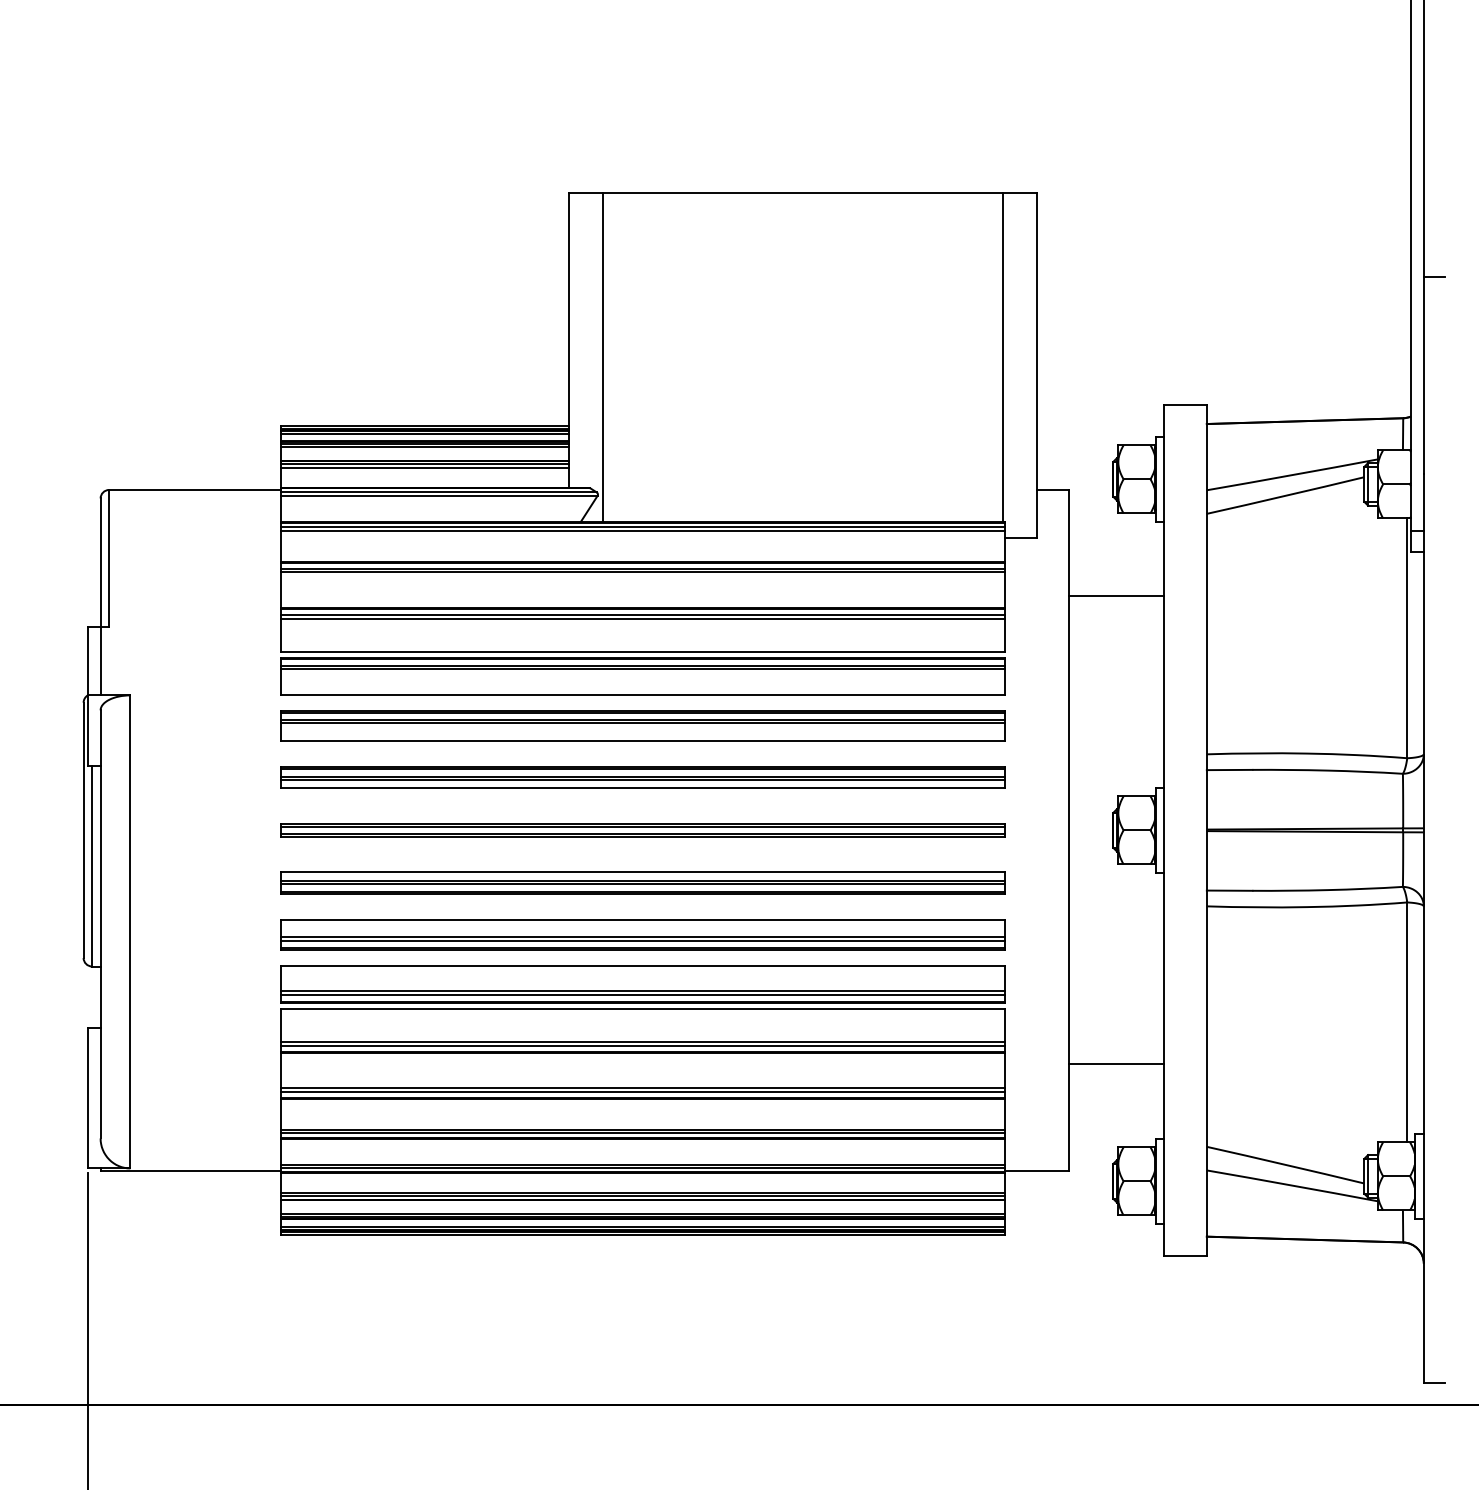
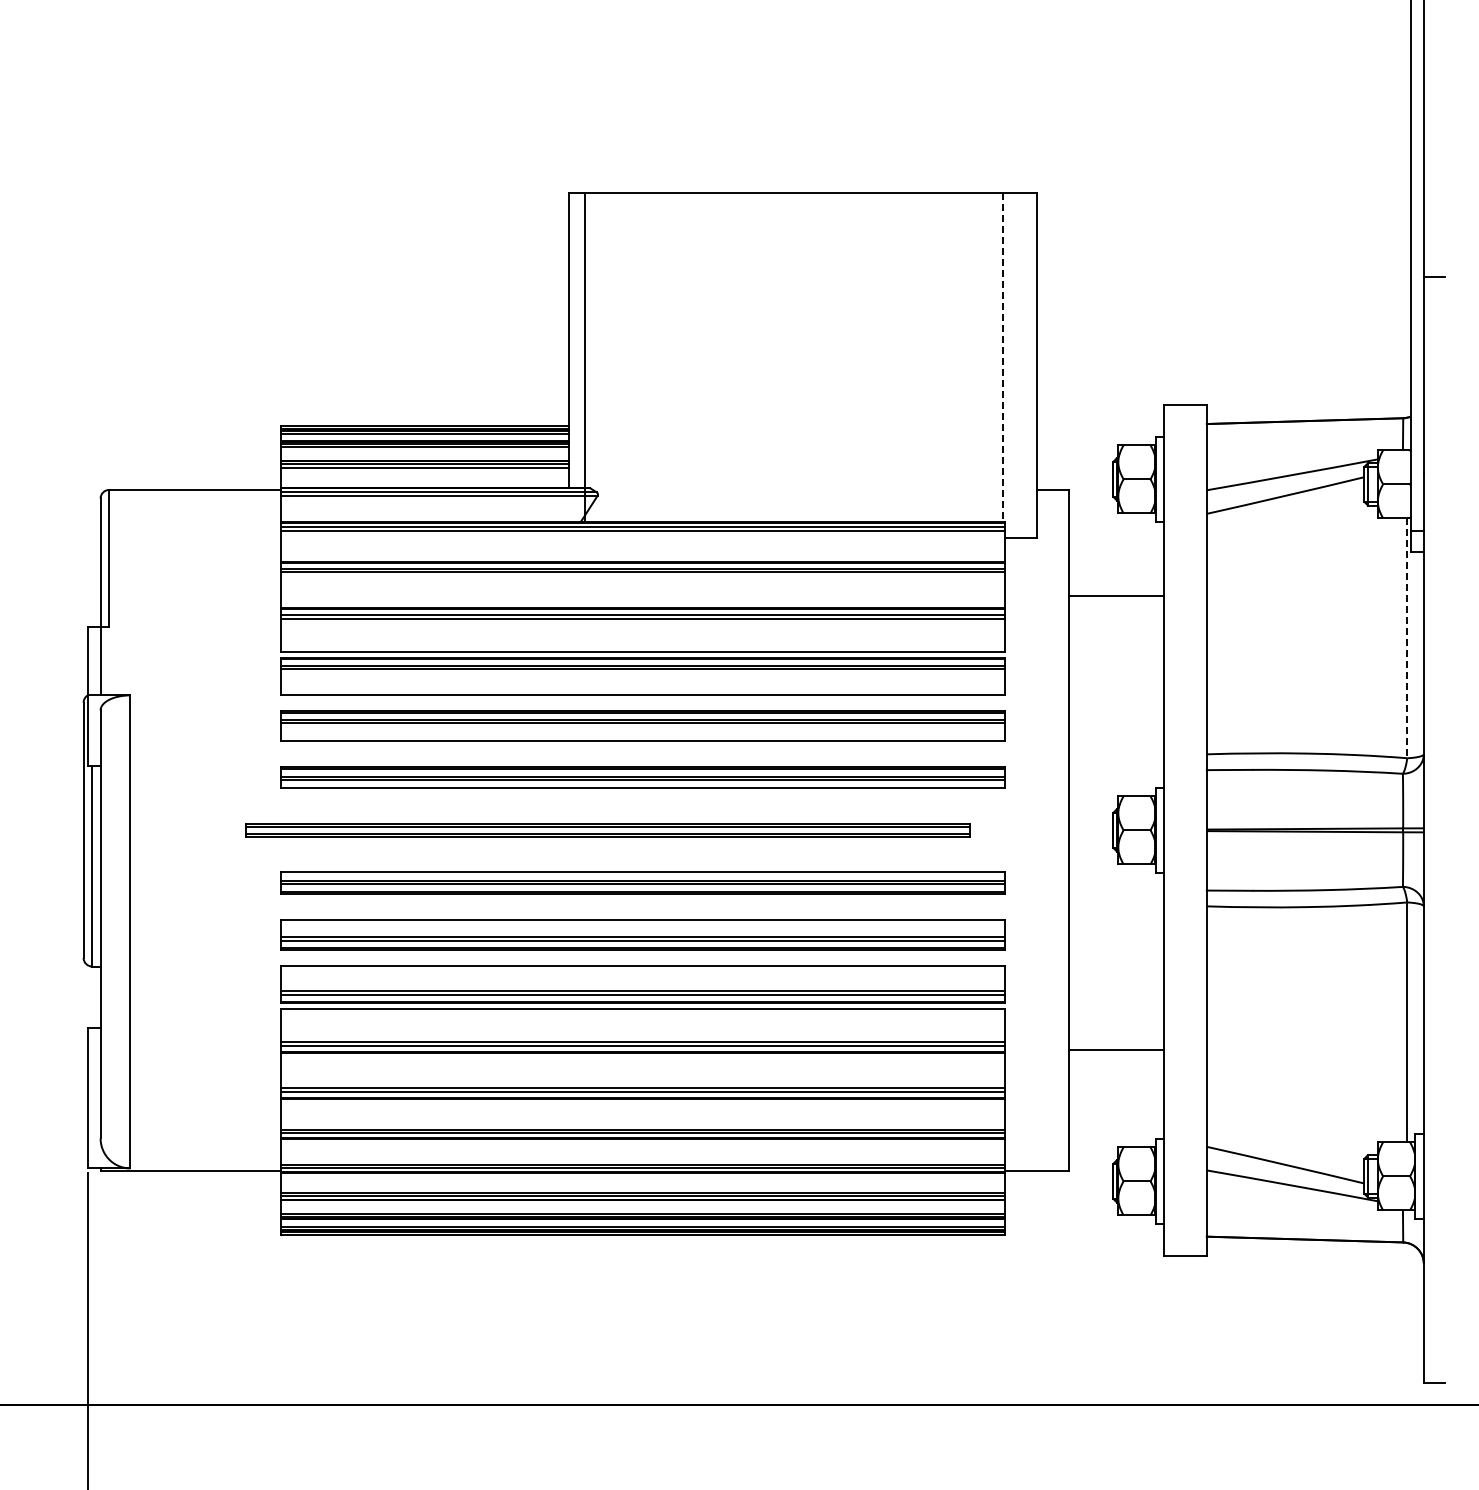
line at (602, 357) position: (602, 357) -> (584, 357)
line at (1002, 358): solid -> dashed
line at (1407, 638): solid -> dashed
part at (642, 830) position: (642, 830) -> (607, 830)
line at (1116, 1064) position: (1116, 1064) -> (1116, 1050)
